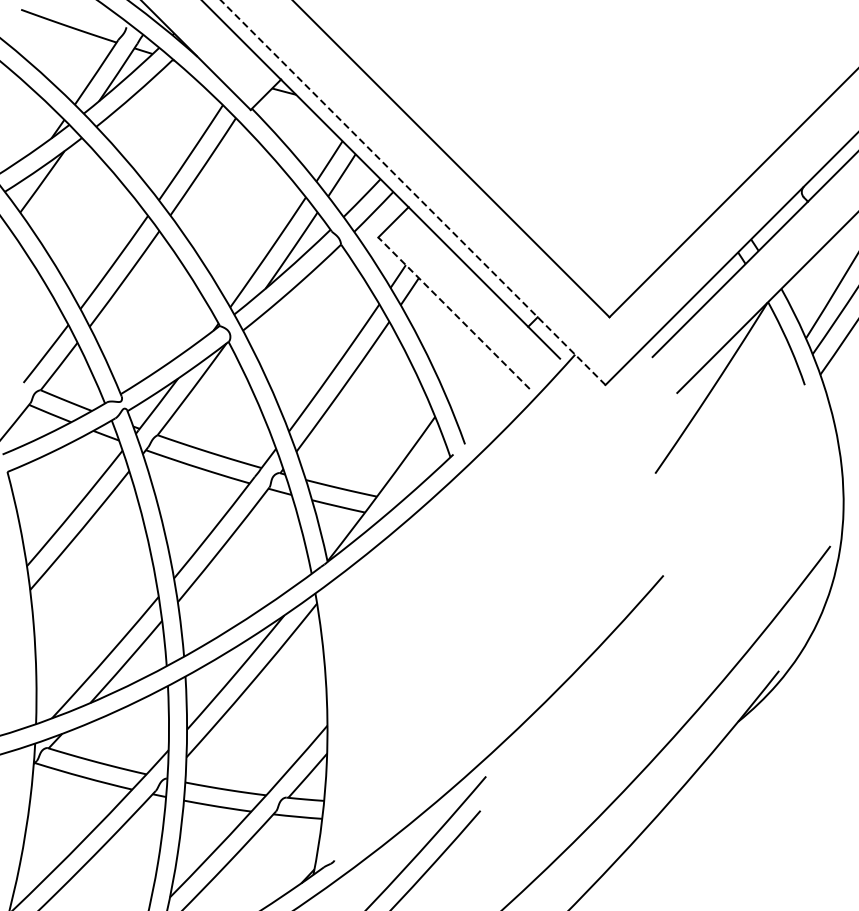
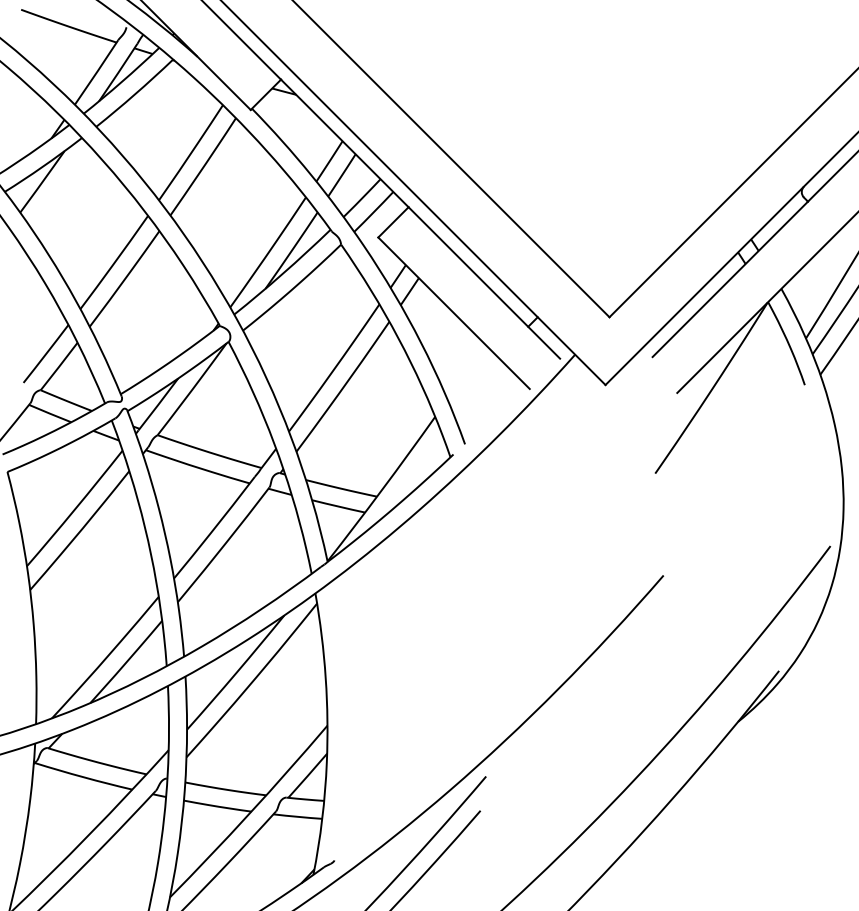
line at (413, 192): dashed -> solid
line at (453, 312): dashed -> solid
